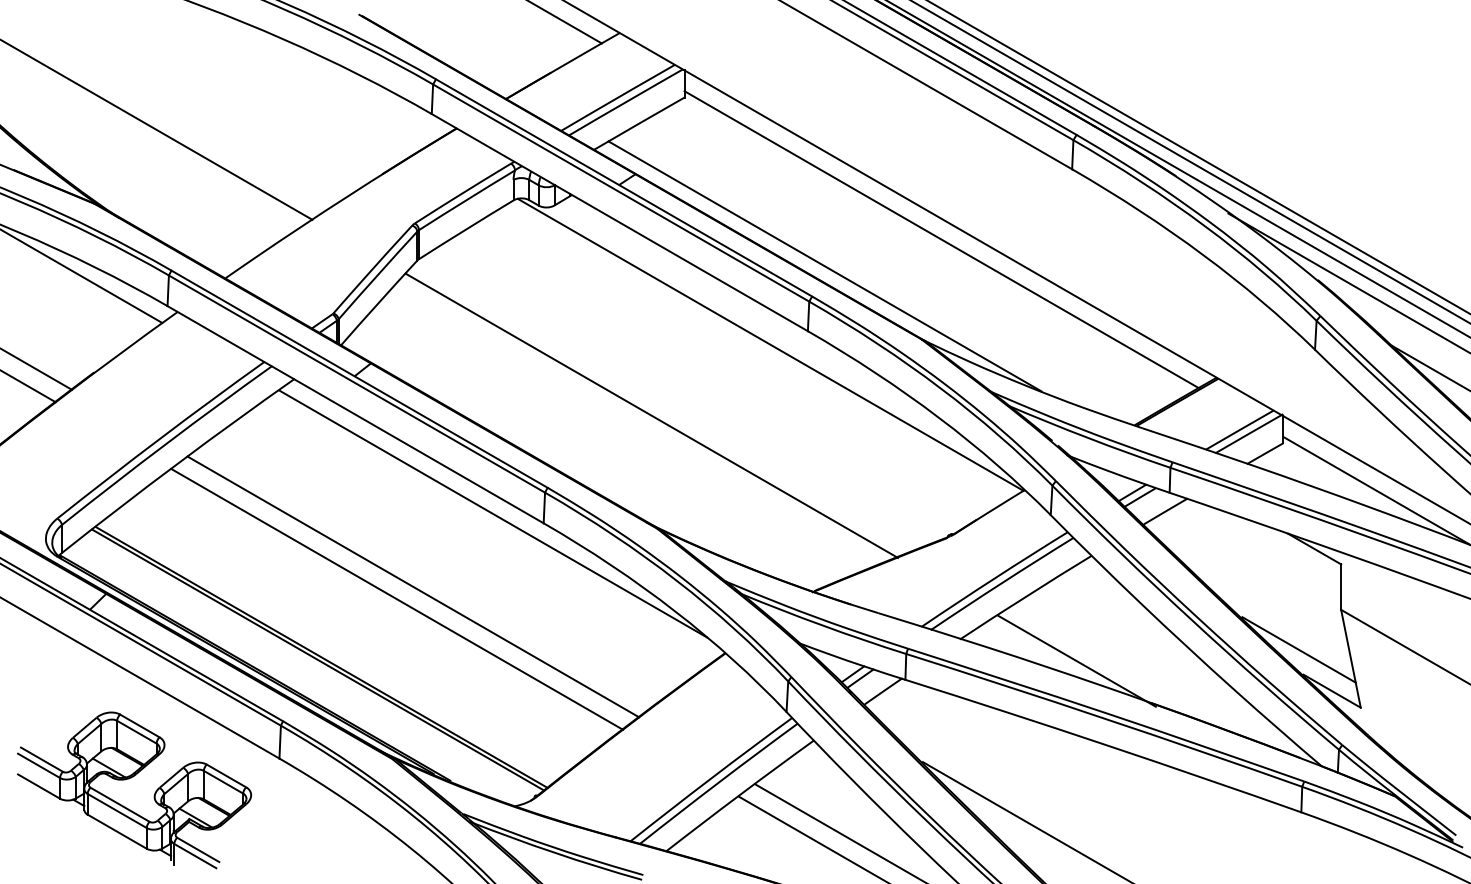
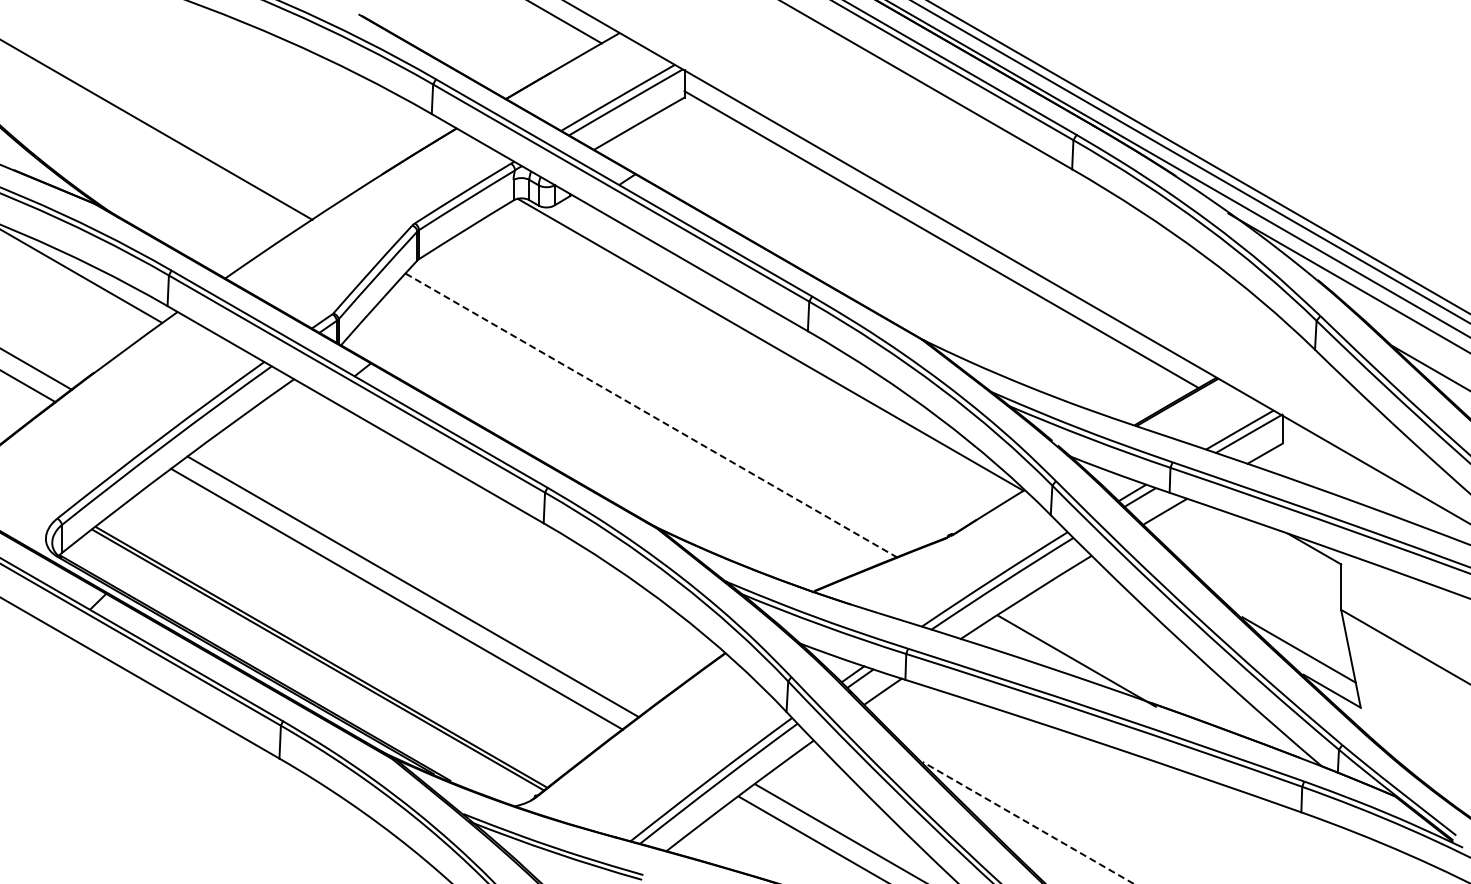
line at (824, 266): present -> none
line at (652, 416): solid -> dashed
line at (1375, 489): present -> none
line at (493, 513): present -> none
part at (131, 778): present -> none
line at (1027, 822): solid -> dashed
